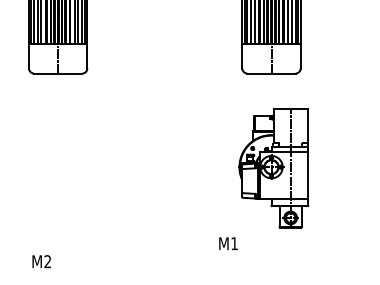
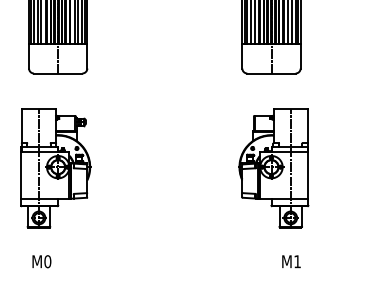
part at (55, 168): none -> present
text at (228, 243) position: (228, 243) -> (291, 261)
text at (47, 261): M2 -> M0
